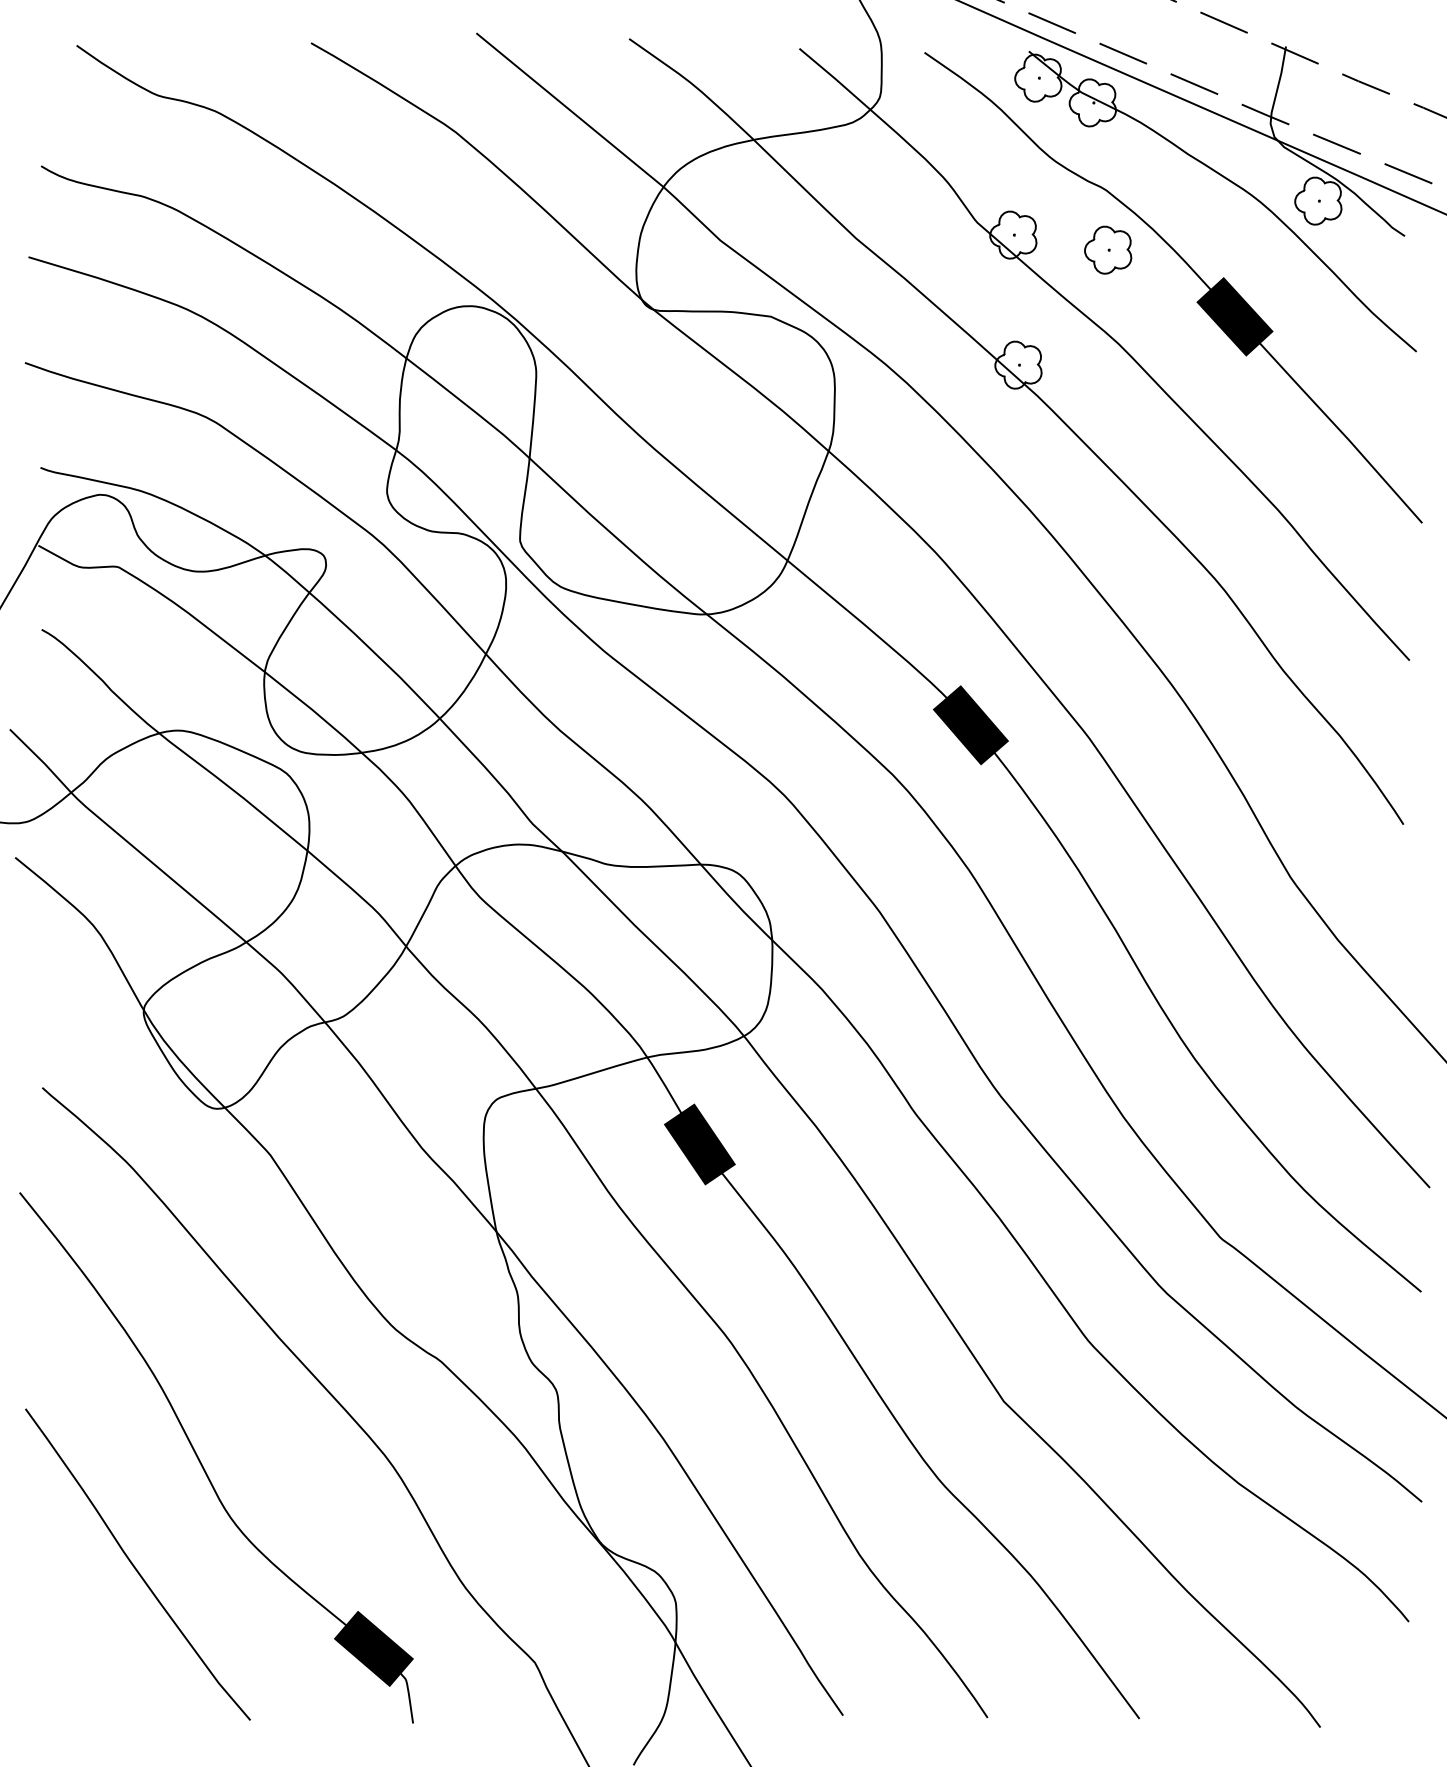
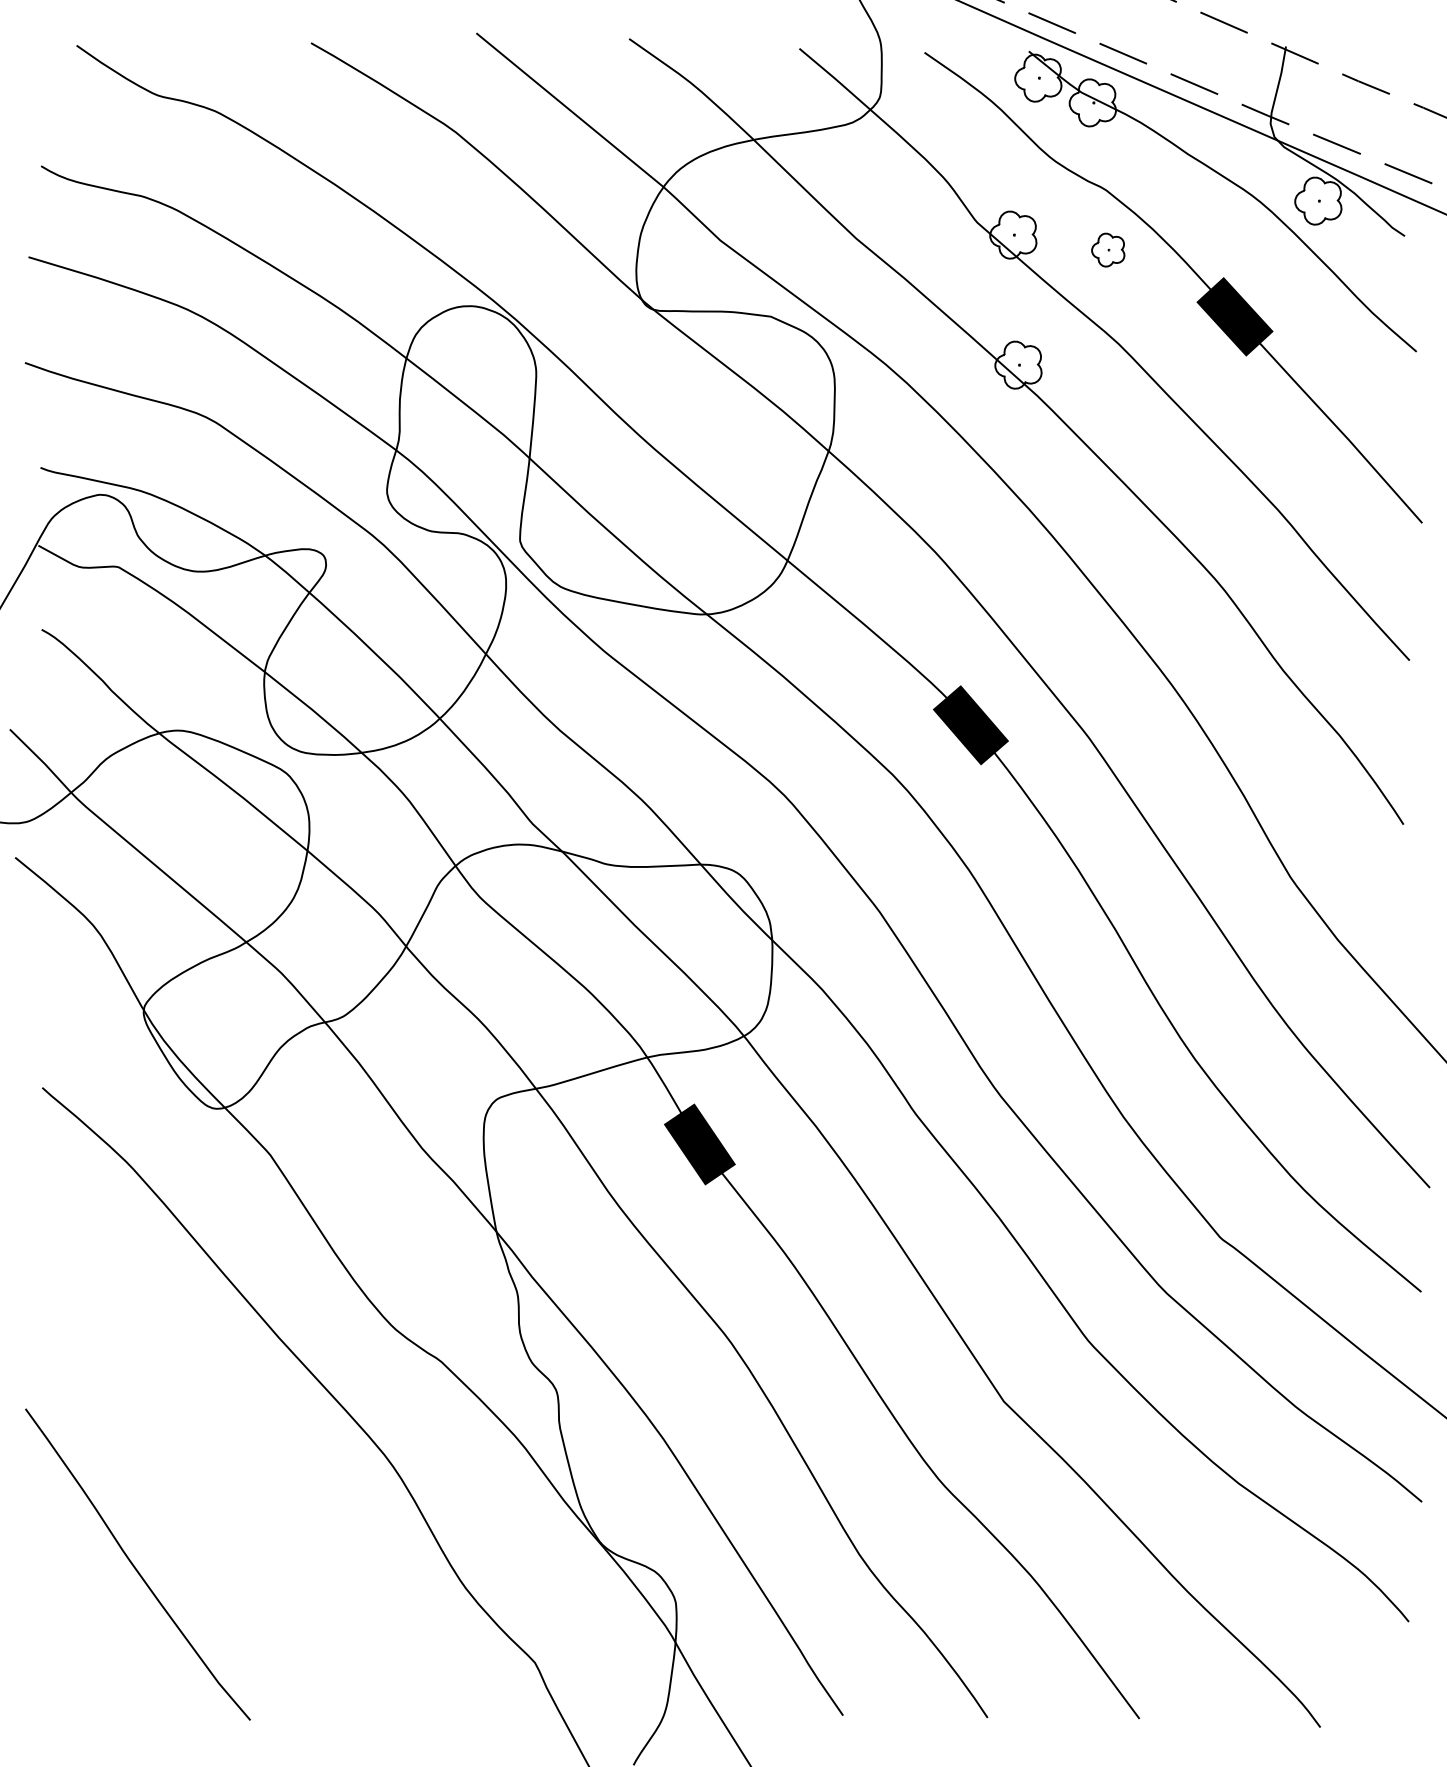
part at (1108, 249) size: 49x50 px -> 35x36 px
part at (202, 1464): present -> none
